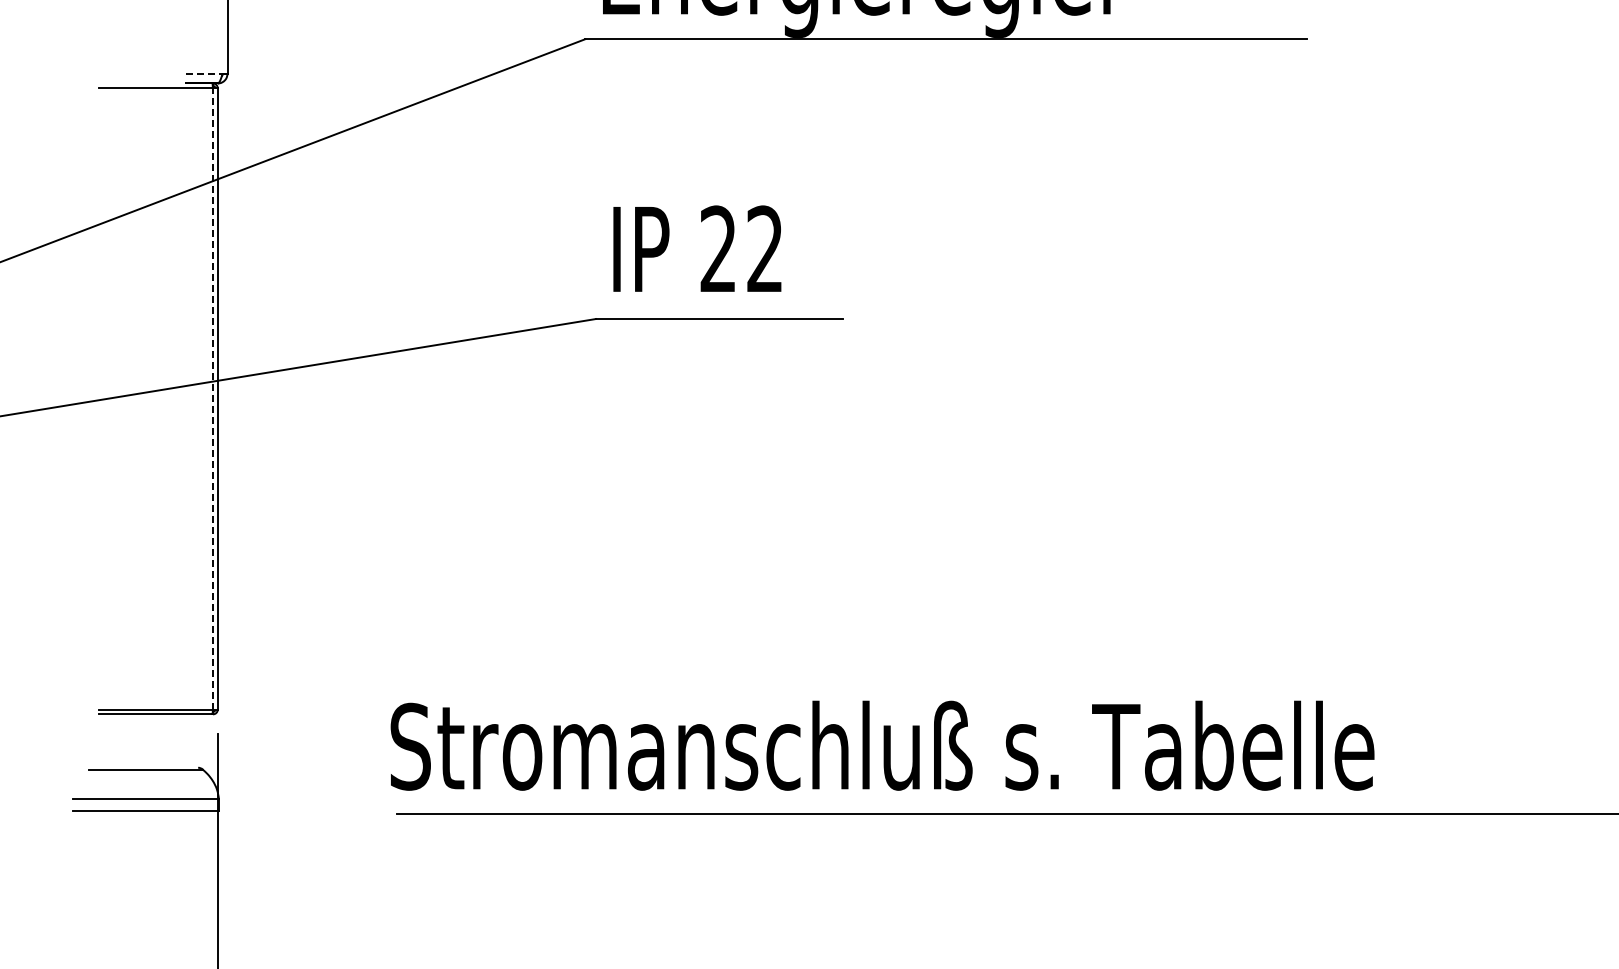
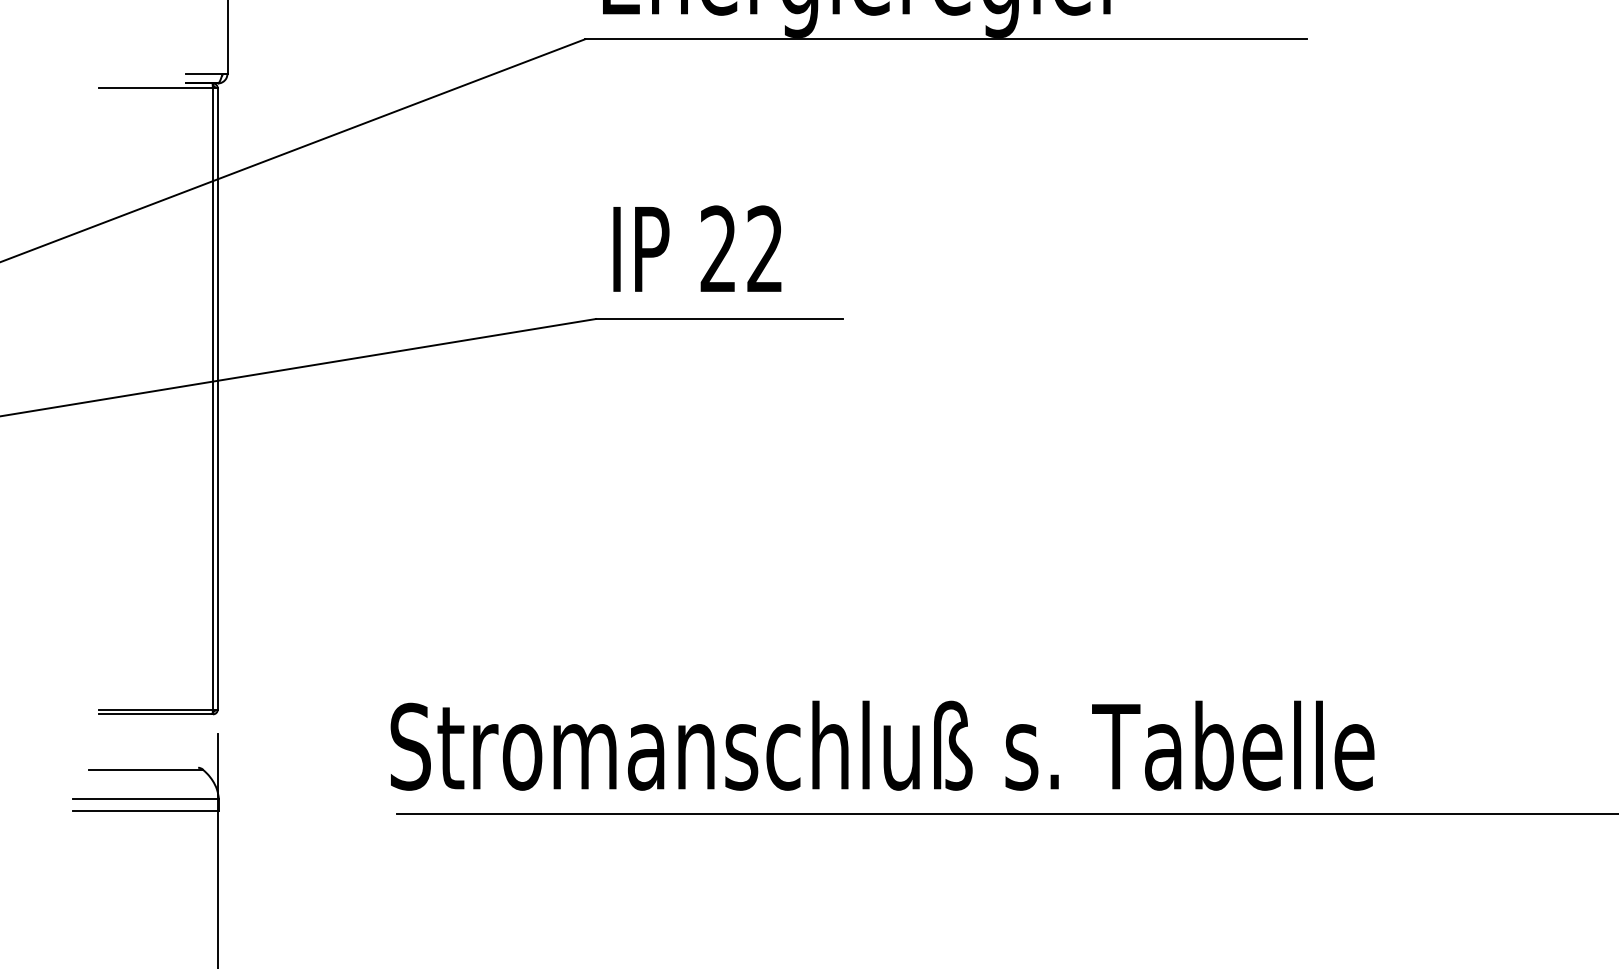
line at (204, 73): dashed -> solid
line at (212, 398): dashed -> solid
